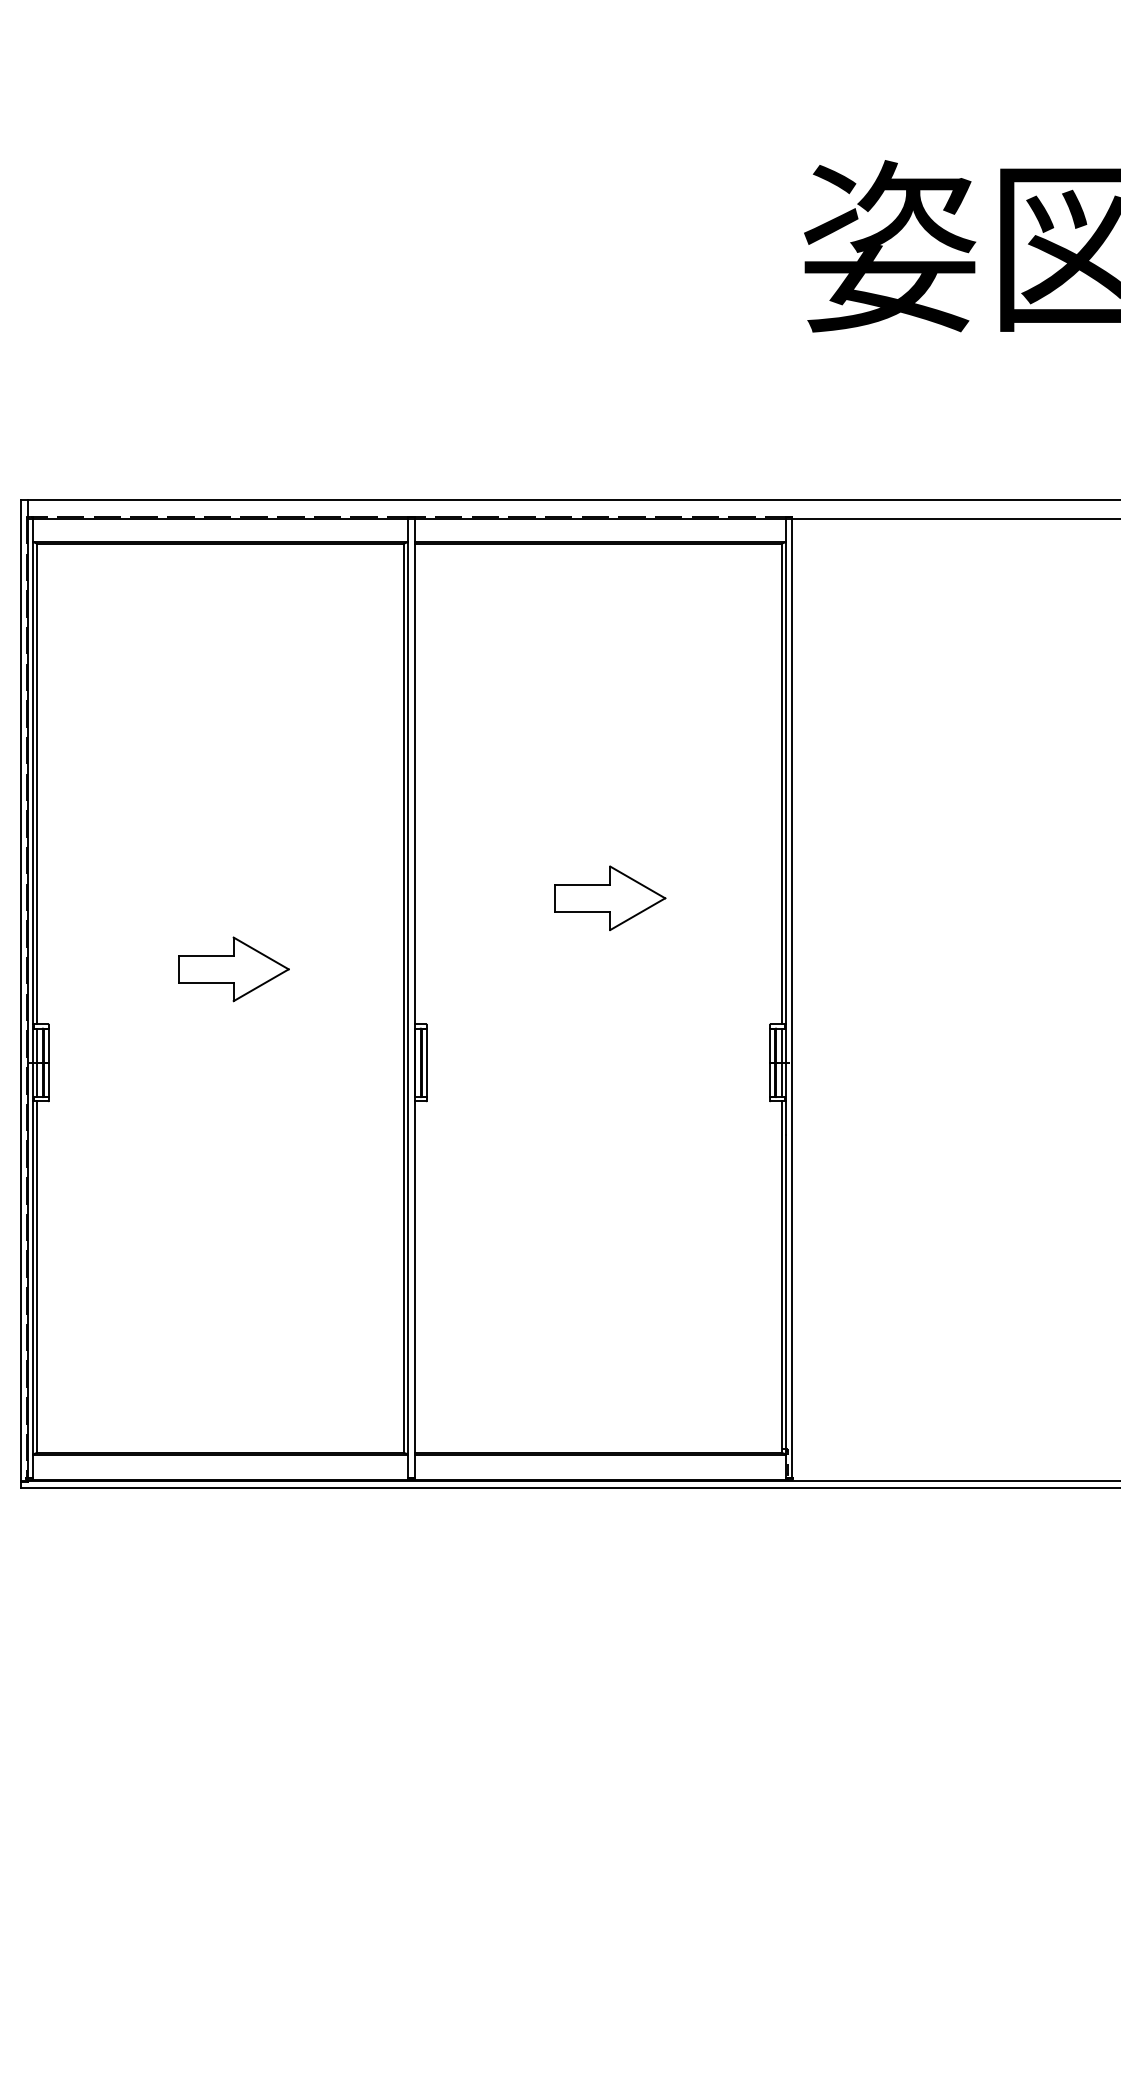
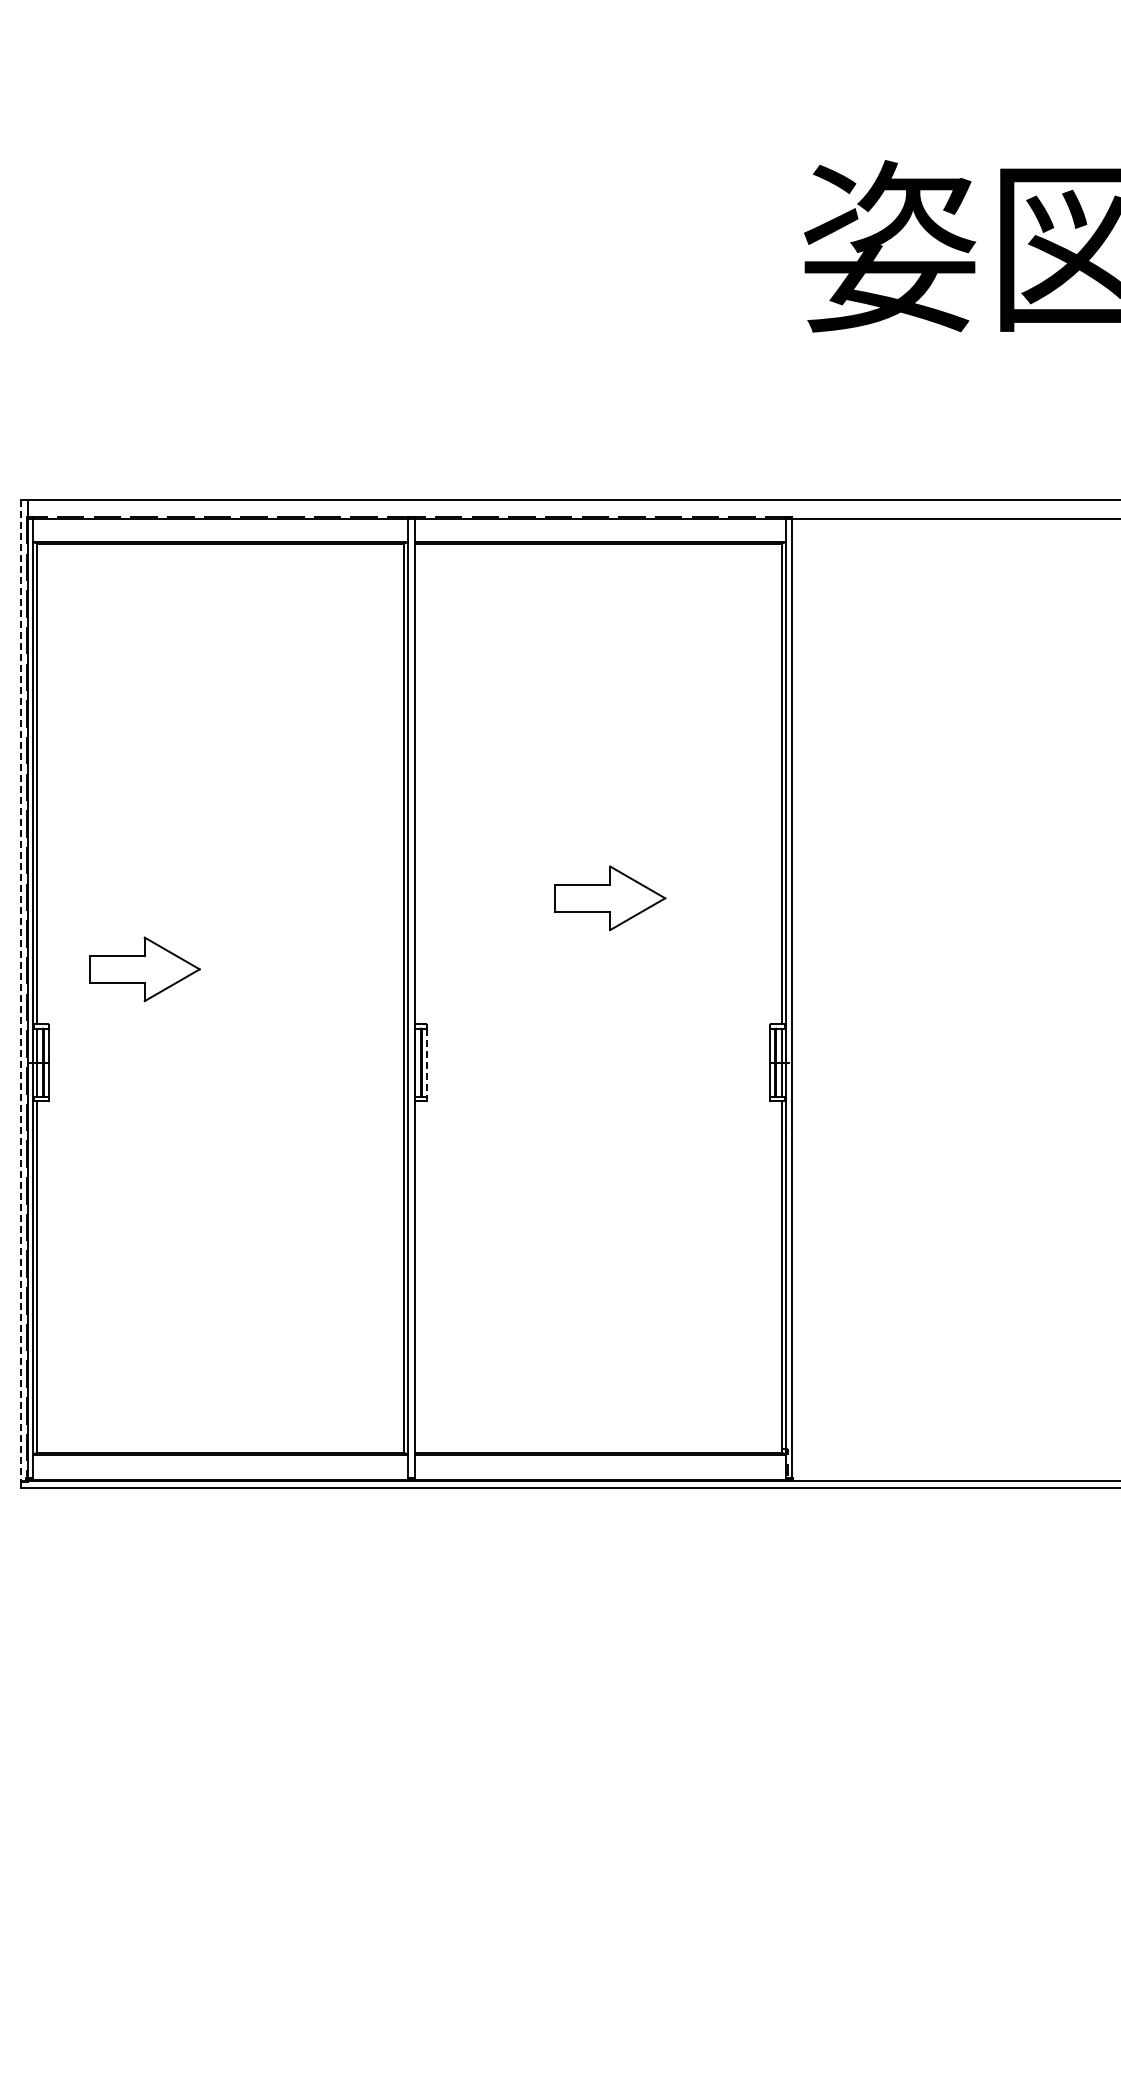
part at (233, 969) position: (233, 969) -> (144, 969)
line at (21, 991): solid -> dashed
line at (426, 1063): solid -> dashed
